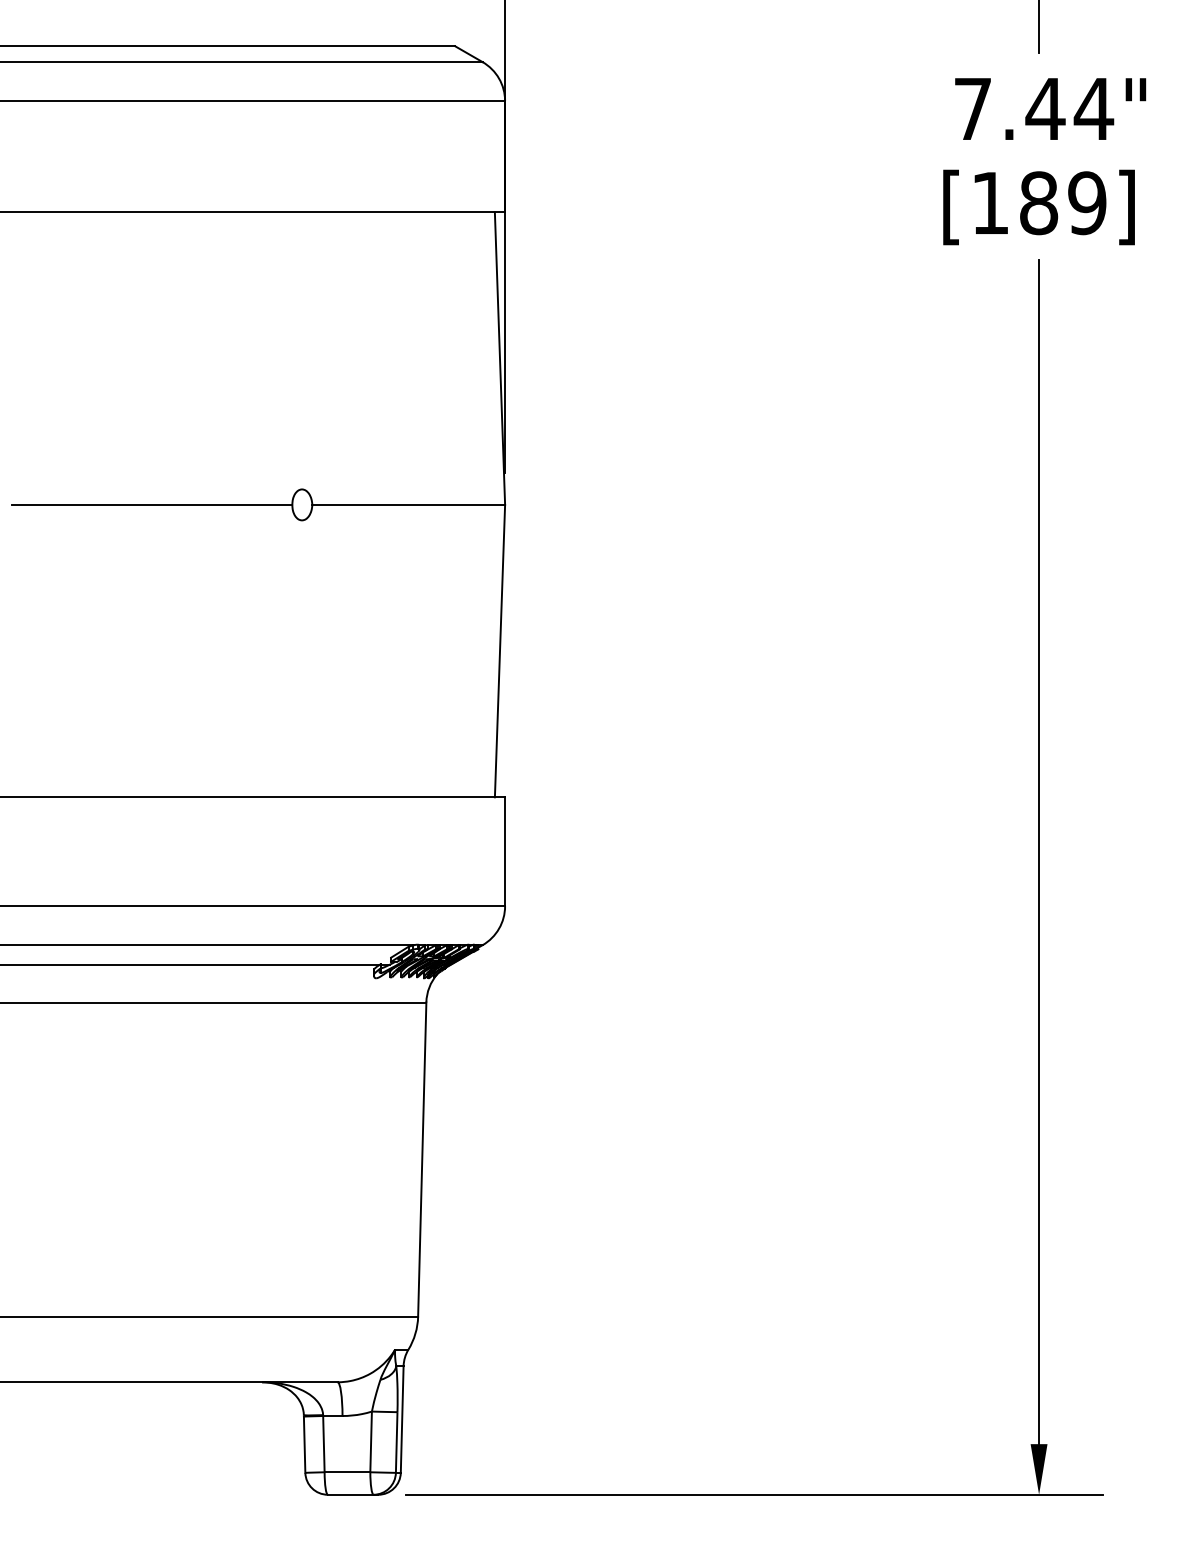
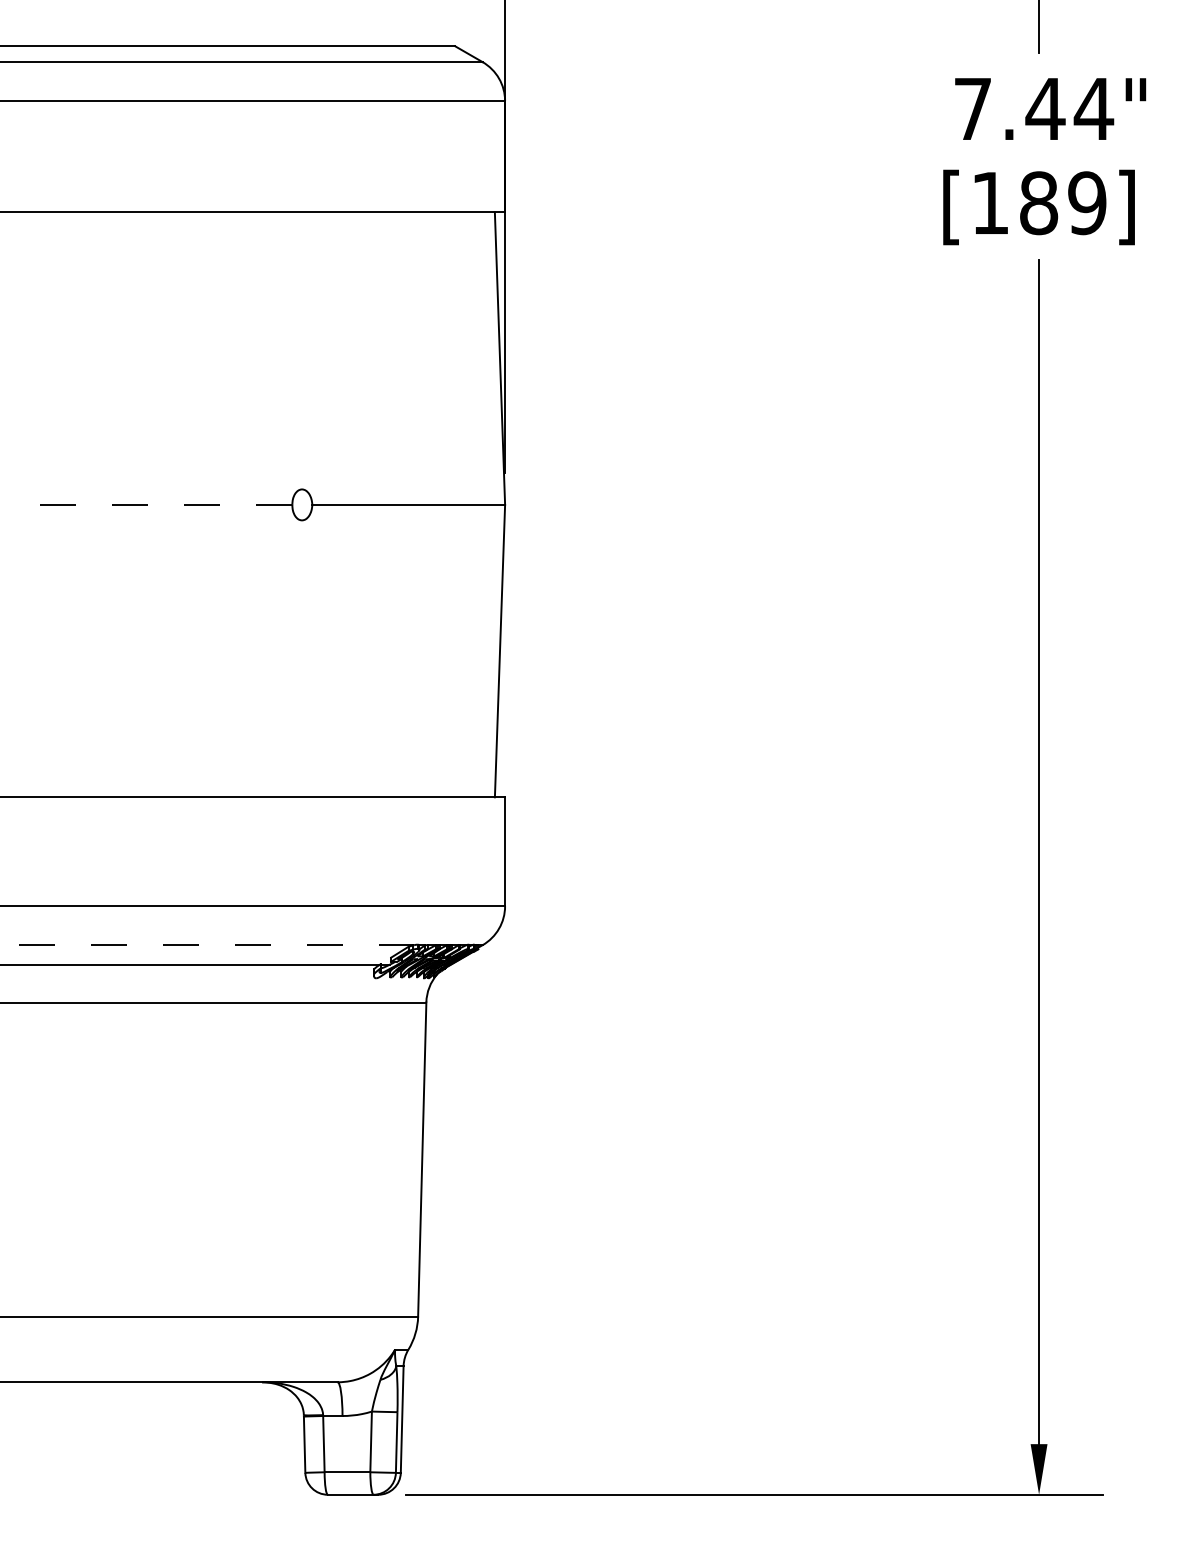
line at (151, 504): solid -> dashed
line at (207, 945): solid -> dashed
